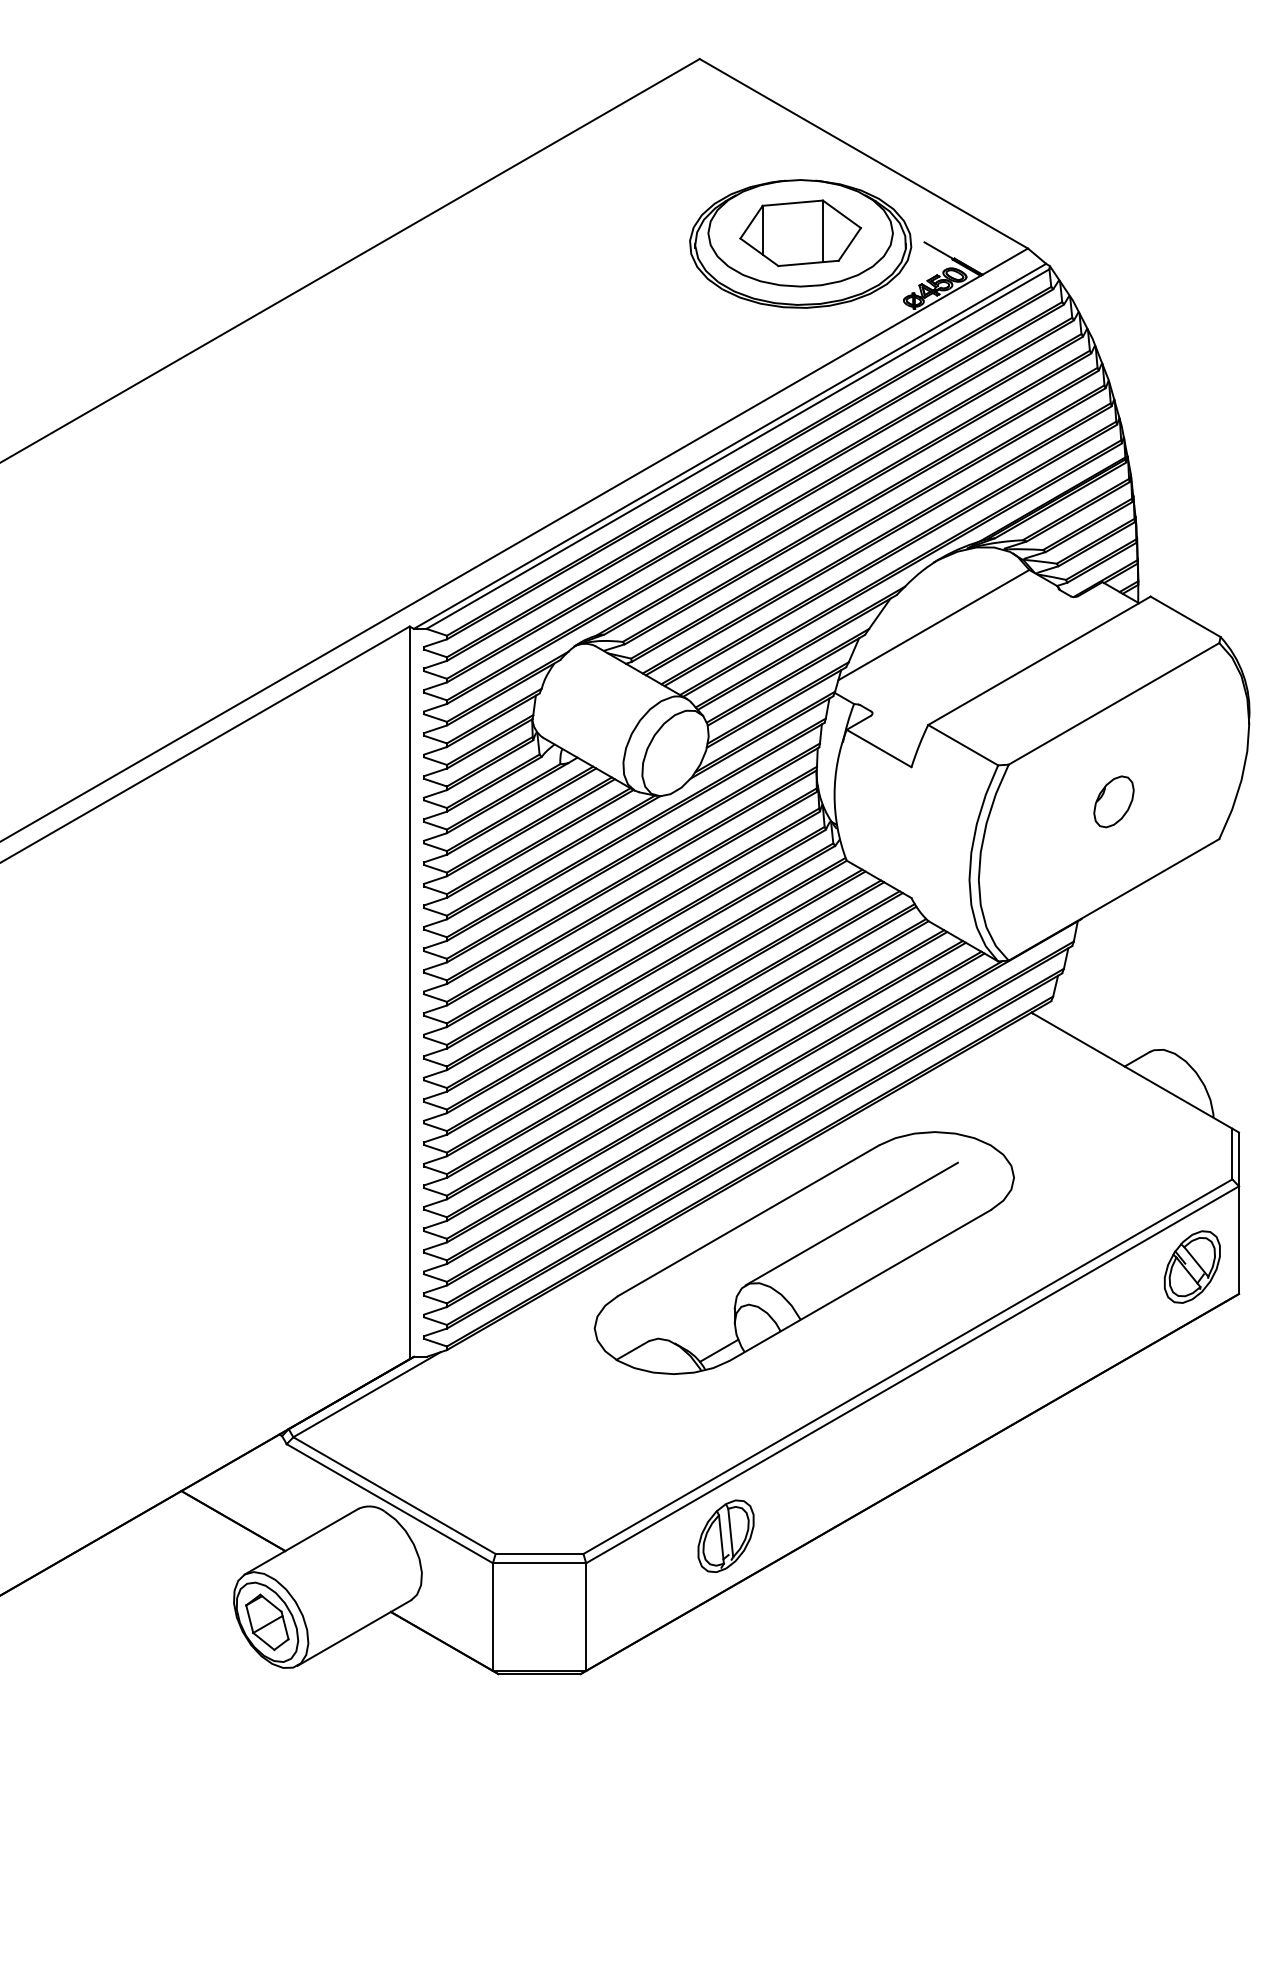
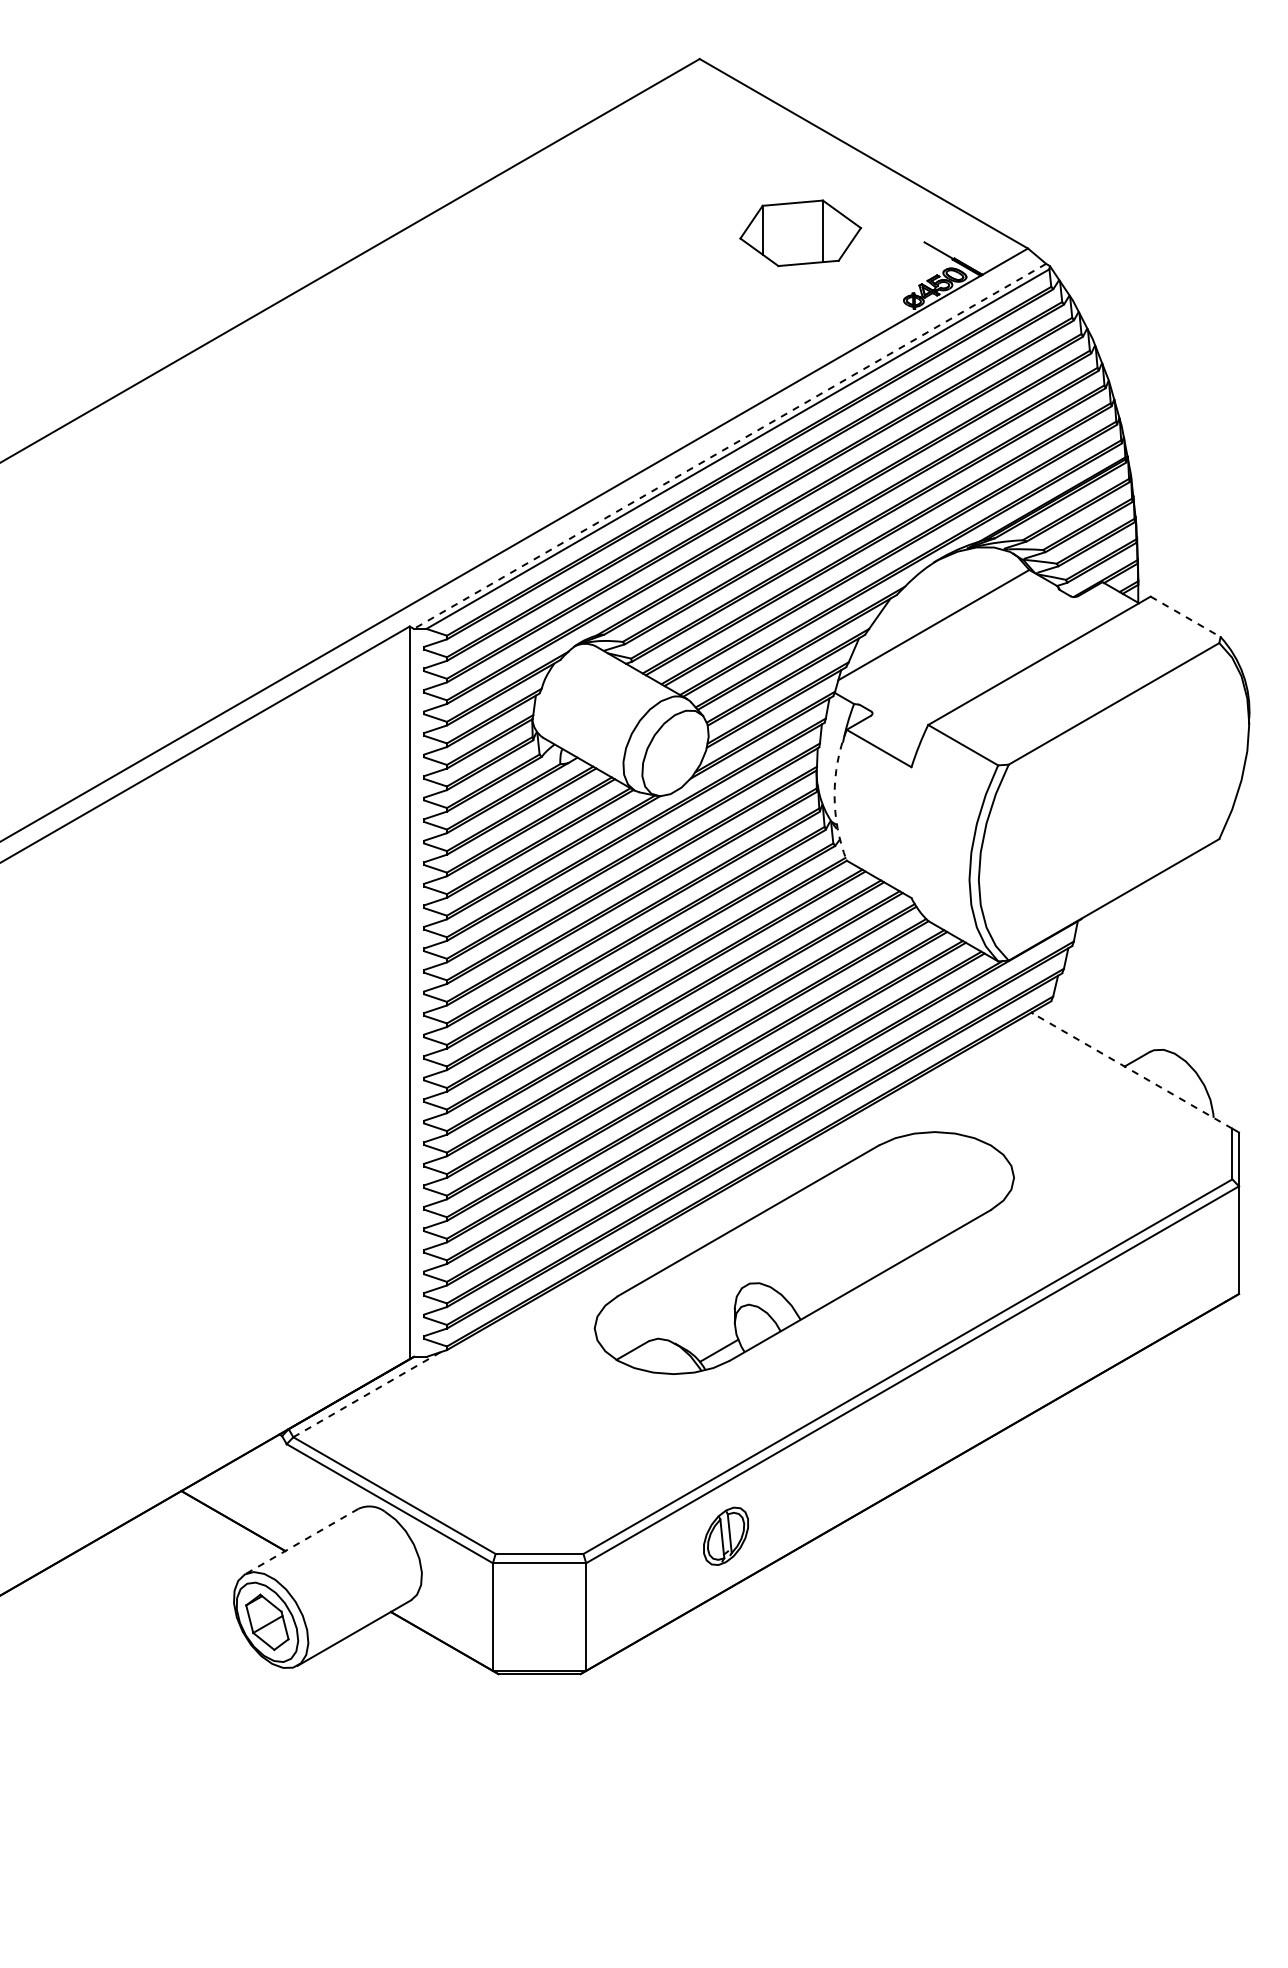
part at (800, 243): present -> none
line at (729, 446): solid -> dashed
line at (1186, 617): solid -> dashed
arc at (834, 795): solid -> dashed
part at (1113, 801): present -> none
line at (1131, 1070): solid -> dashed
line at (851, 1223): present -> none
part at (1191, 1266): present -> none
line at (366, 1394): solid -> dashed
part at (725, 1536) size: 58x75 px -> 46x60 px
line at (301, 1541): solid -> dashed
